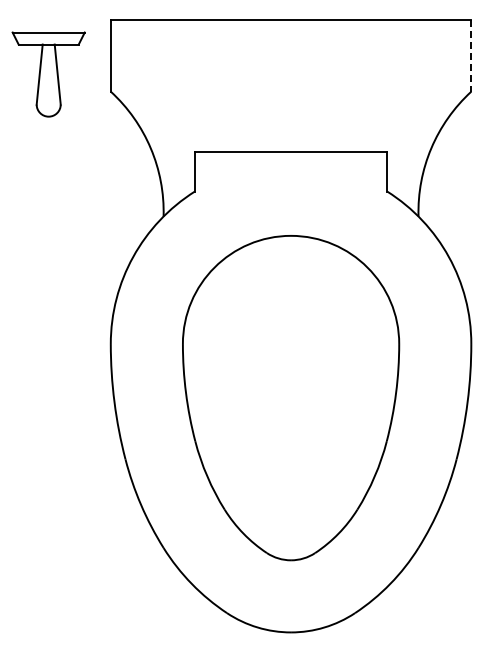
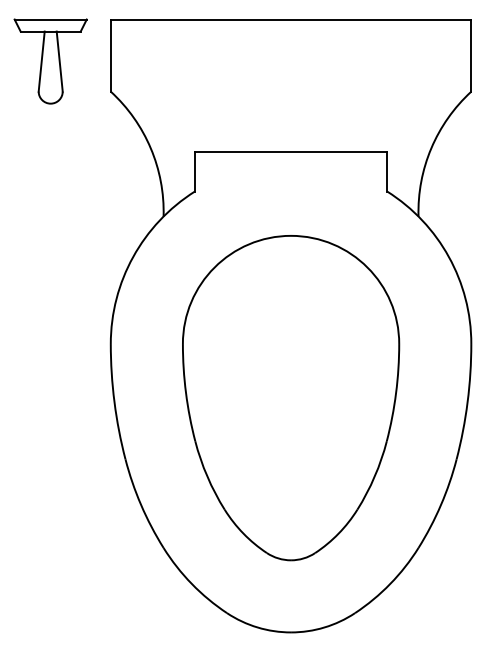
line at (471, 56): dashed -> solid
part at (48, 74) position: (48, 74) -> (50, 61)
